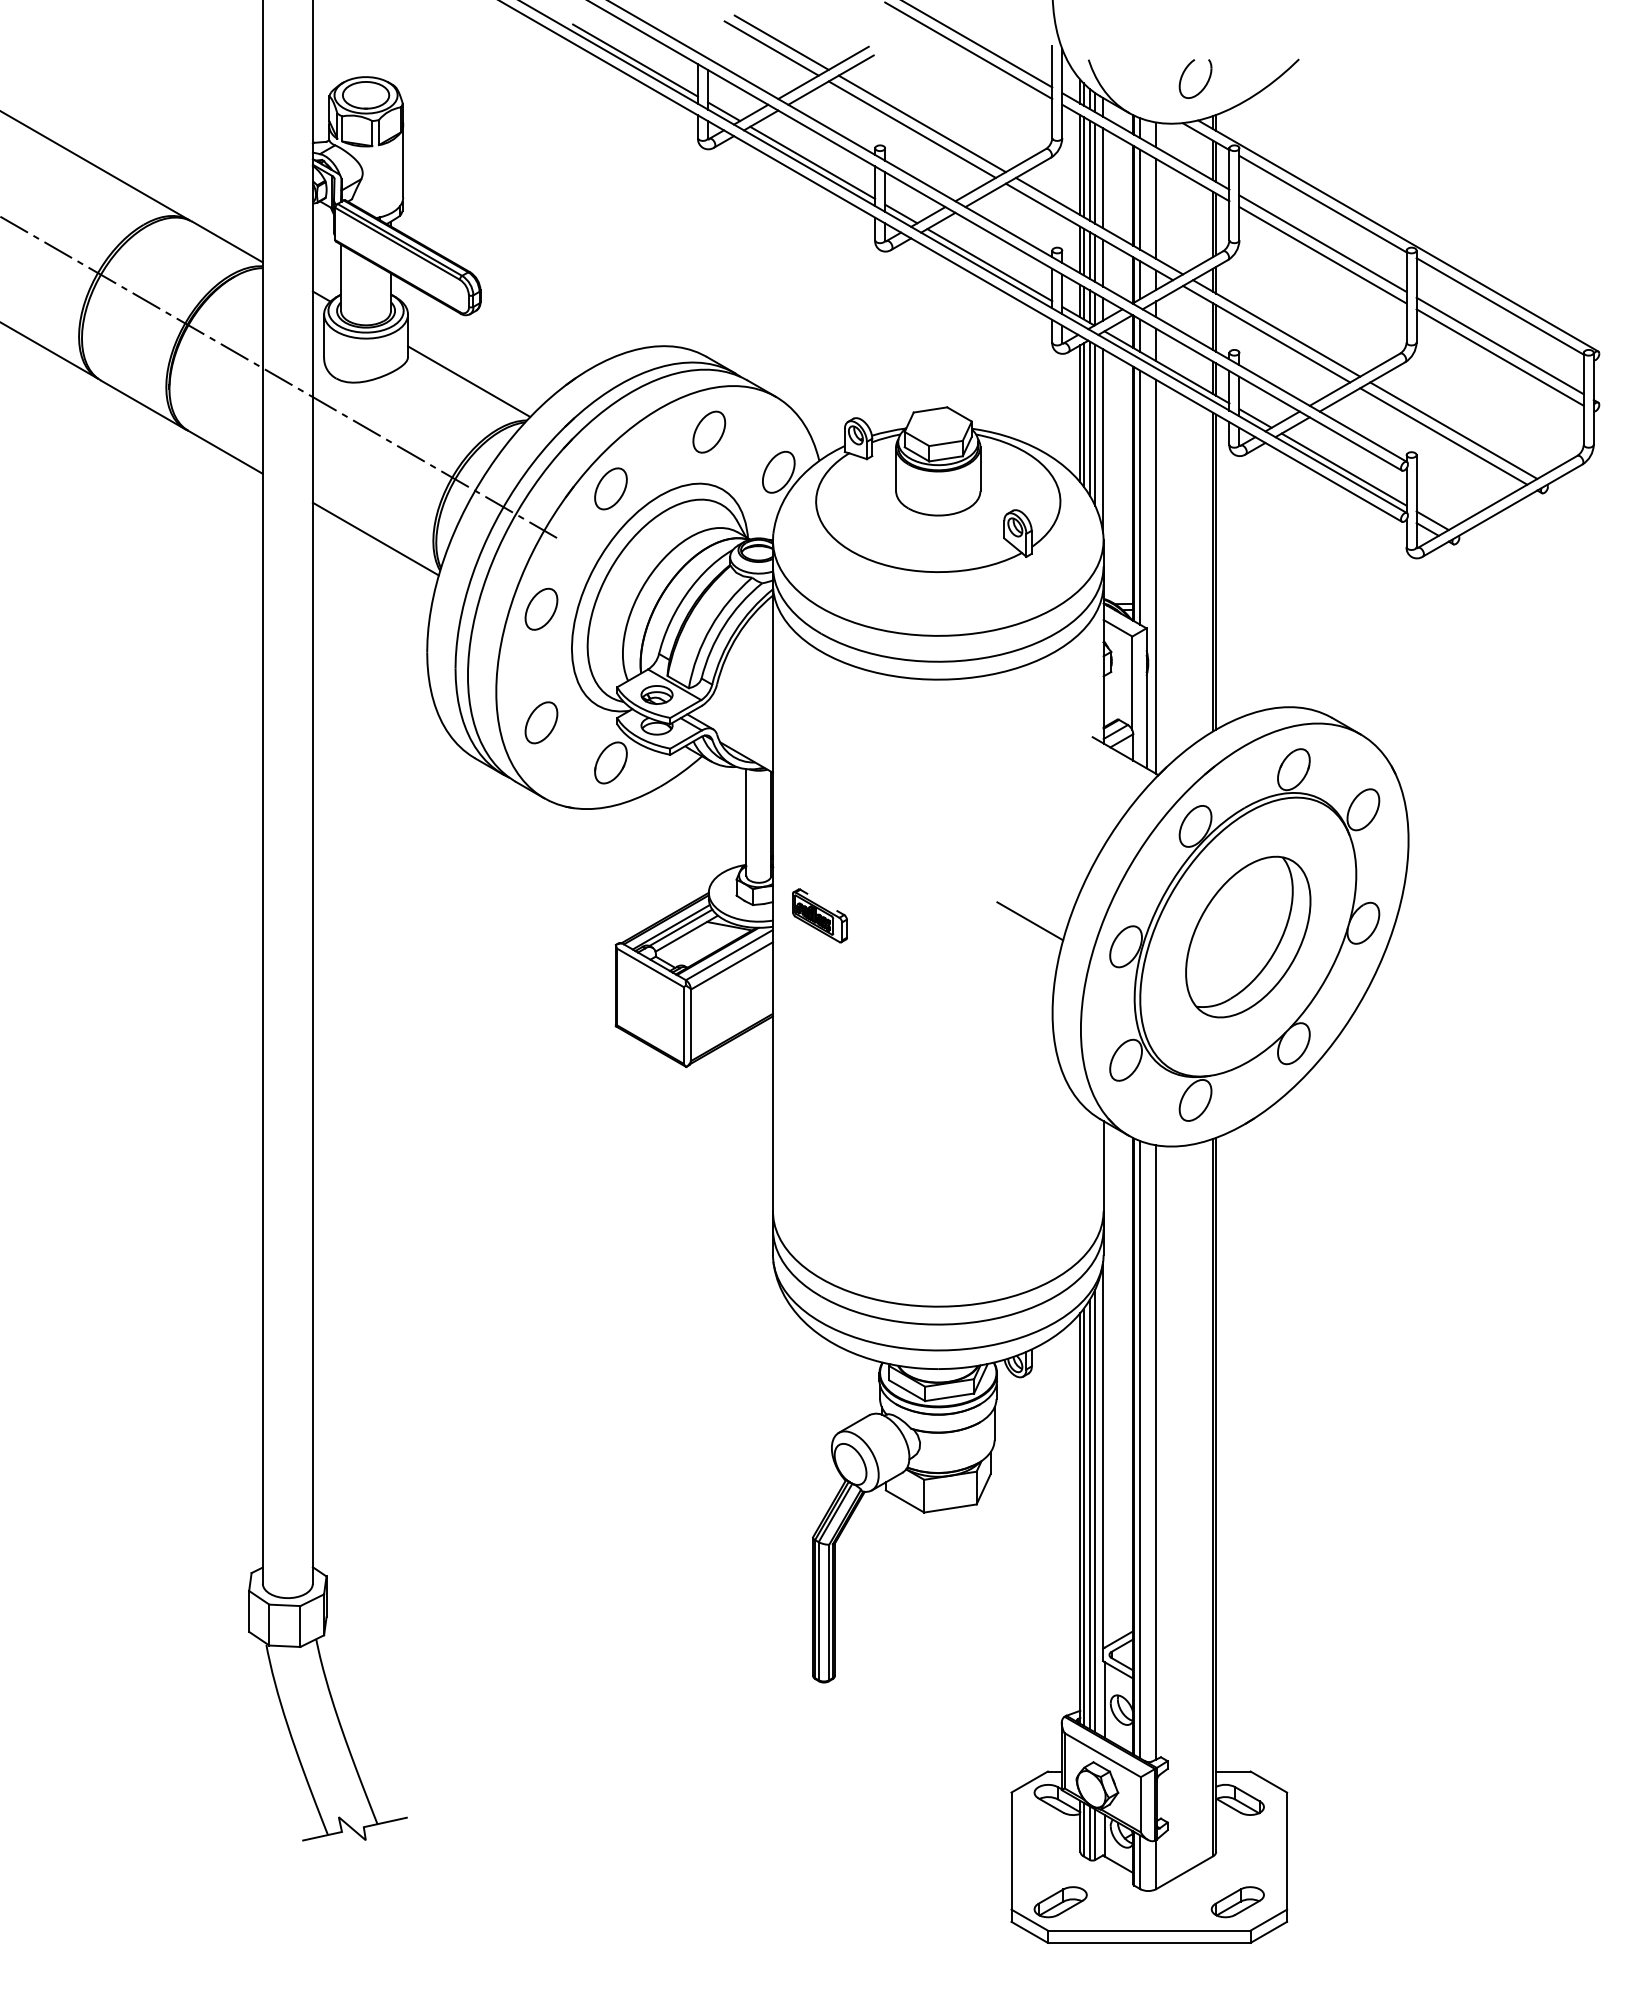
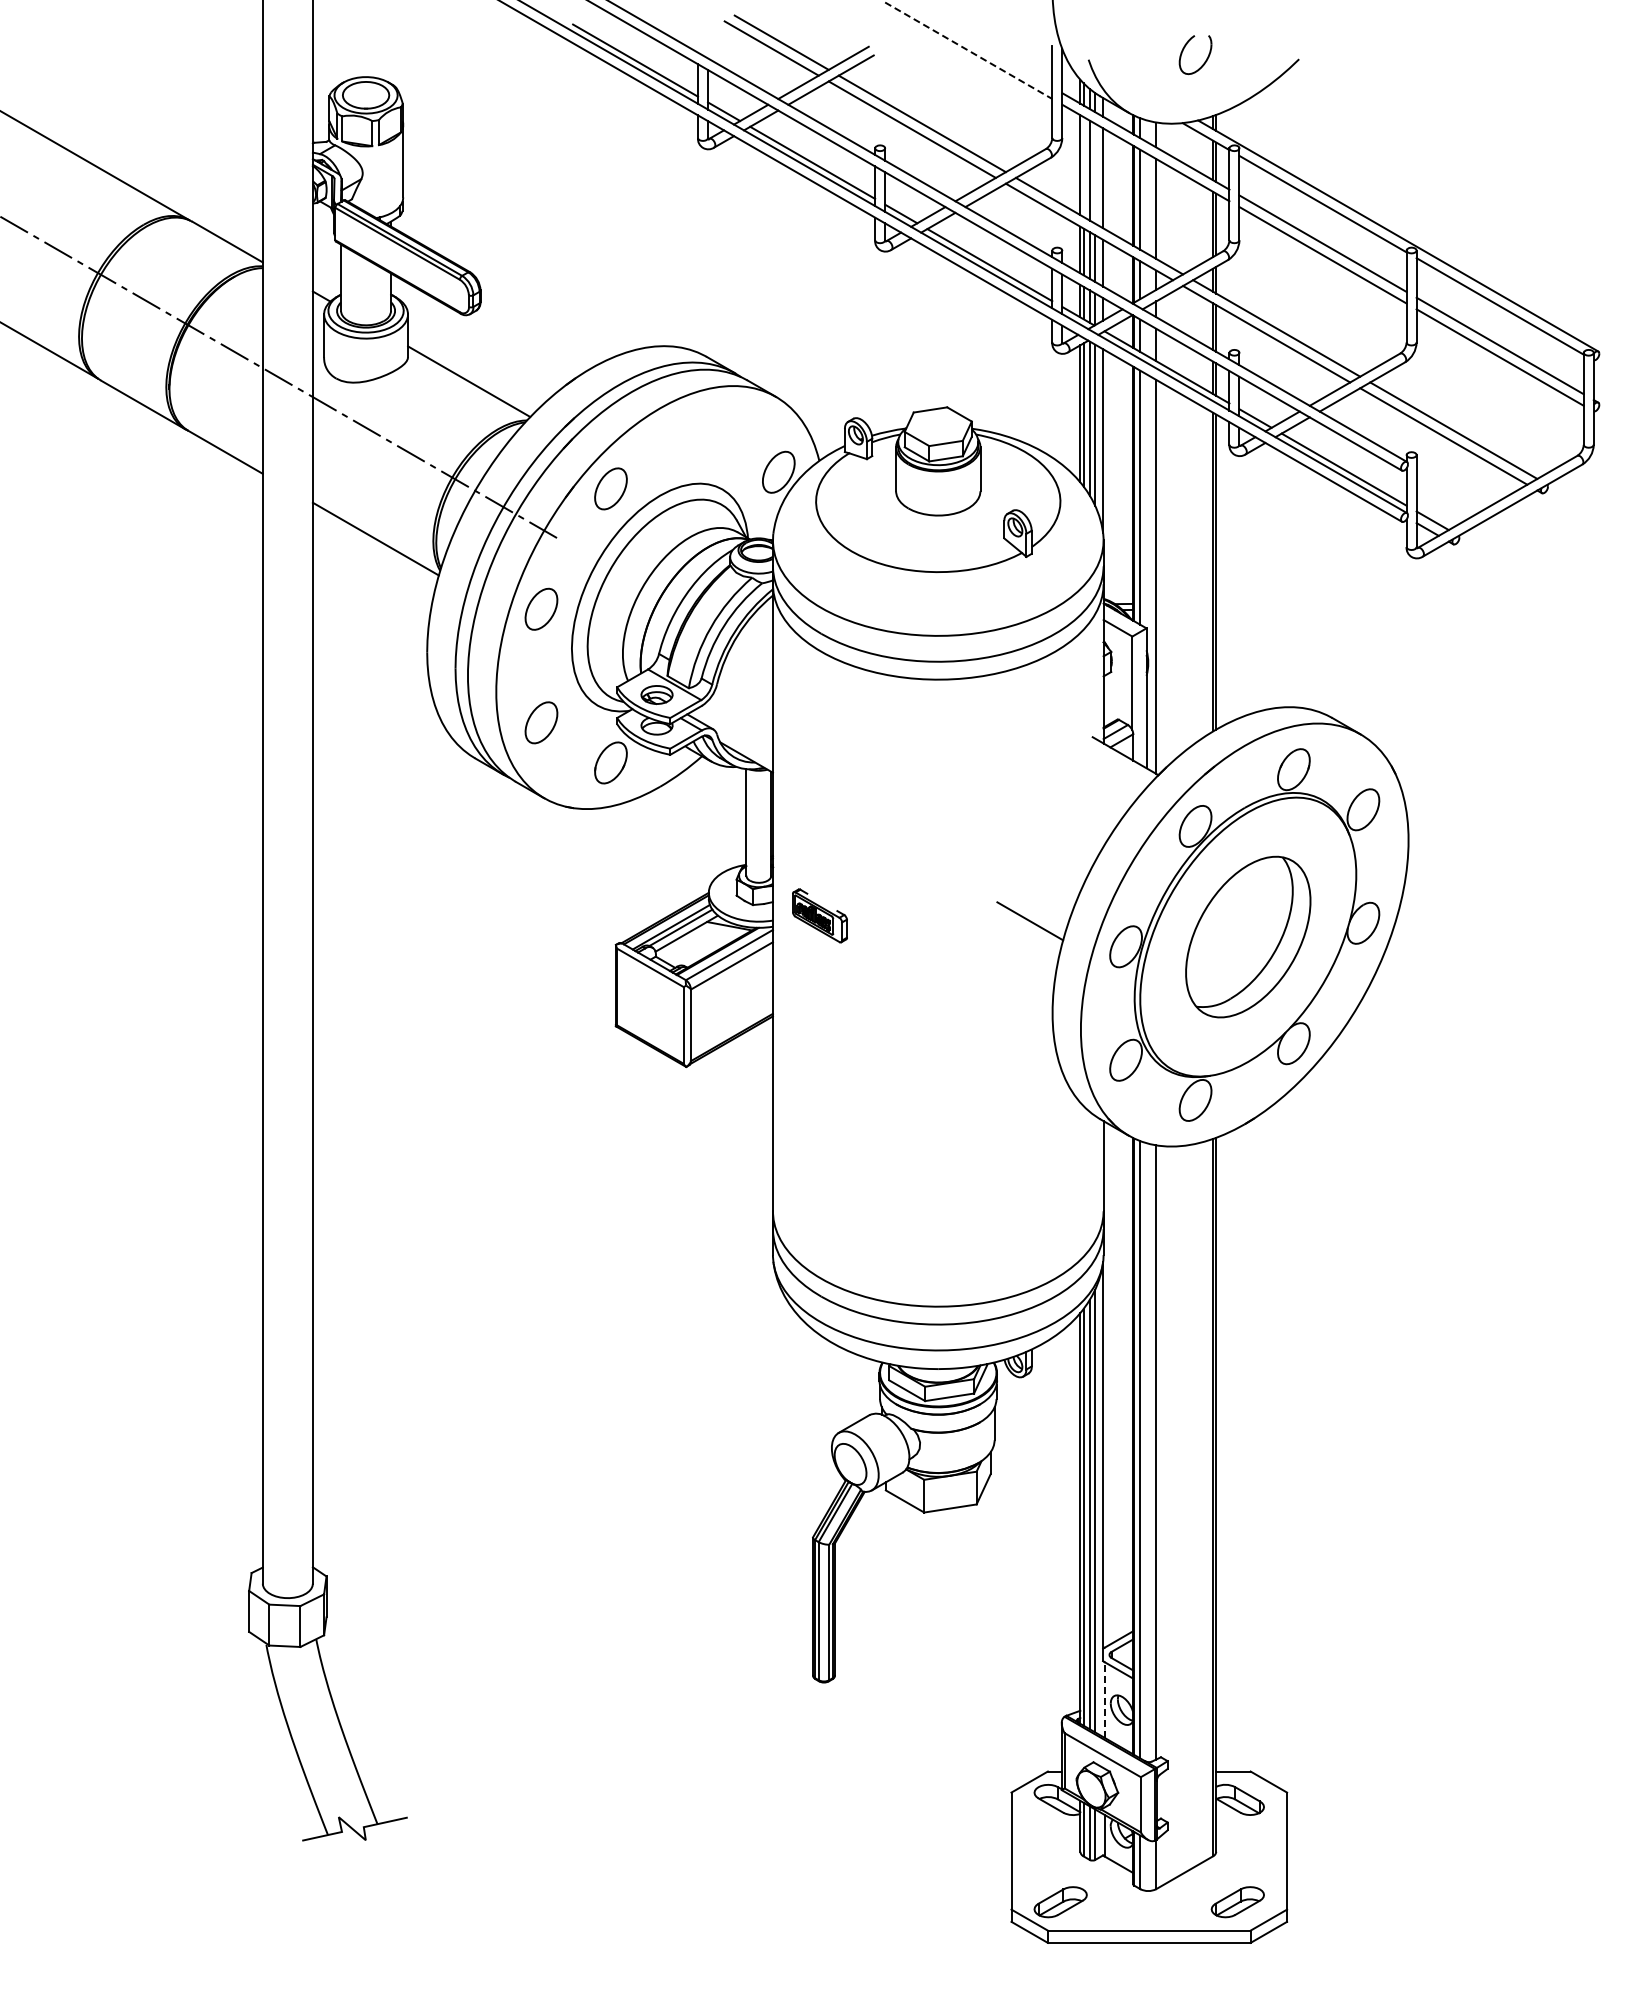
line at (978, 44): present -> none
line at (969, 51): solid -> dashed
part at (1204, 85) position: (1204, 85) -> (1204, 61)
line at (1083, 167): present -> none
line at (1095, 173): present -> none
part at (709, 431): present -> none
line at (1104, 1699): solid -> dashed
